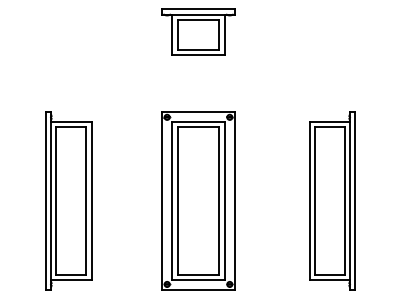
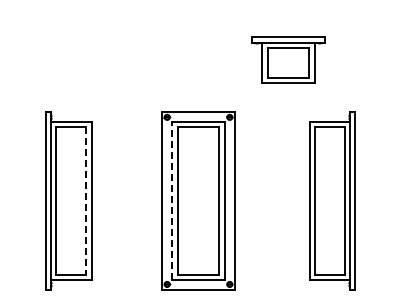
part at (198, 31) position: (198, 31) -> (288, 59)
line at (172, 200): solid -> dashed
line at (86, 201): solid -> dashed
